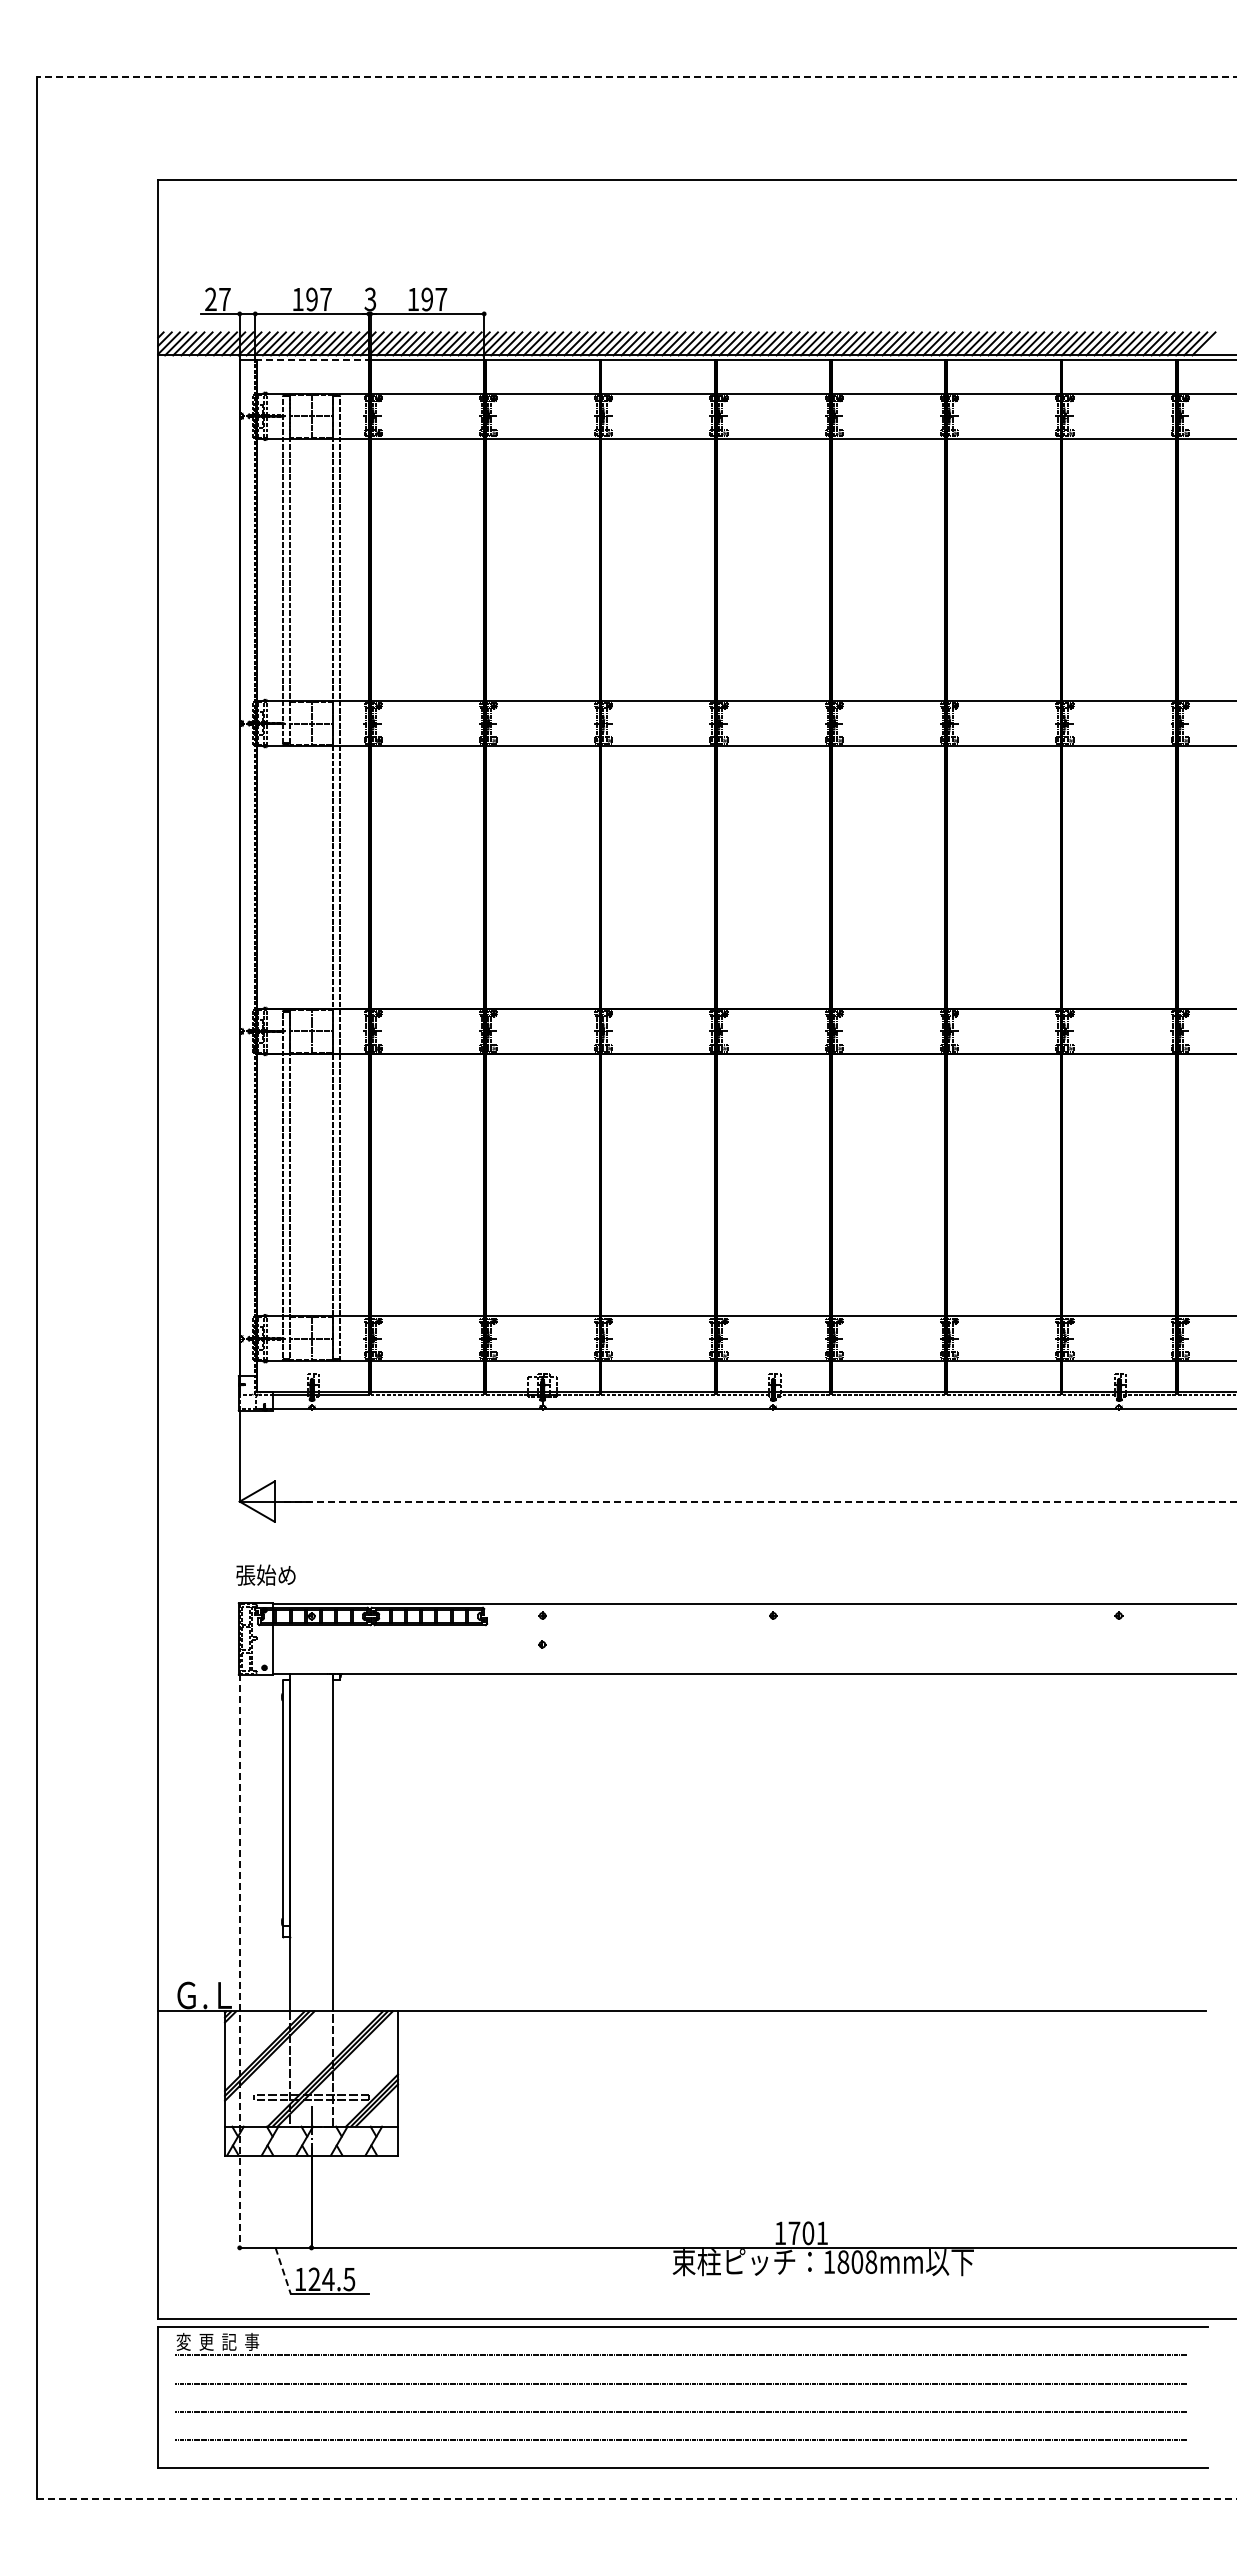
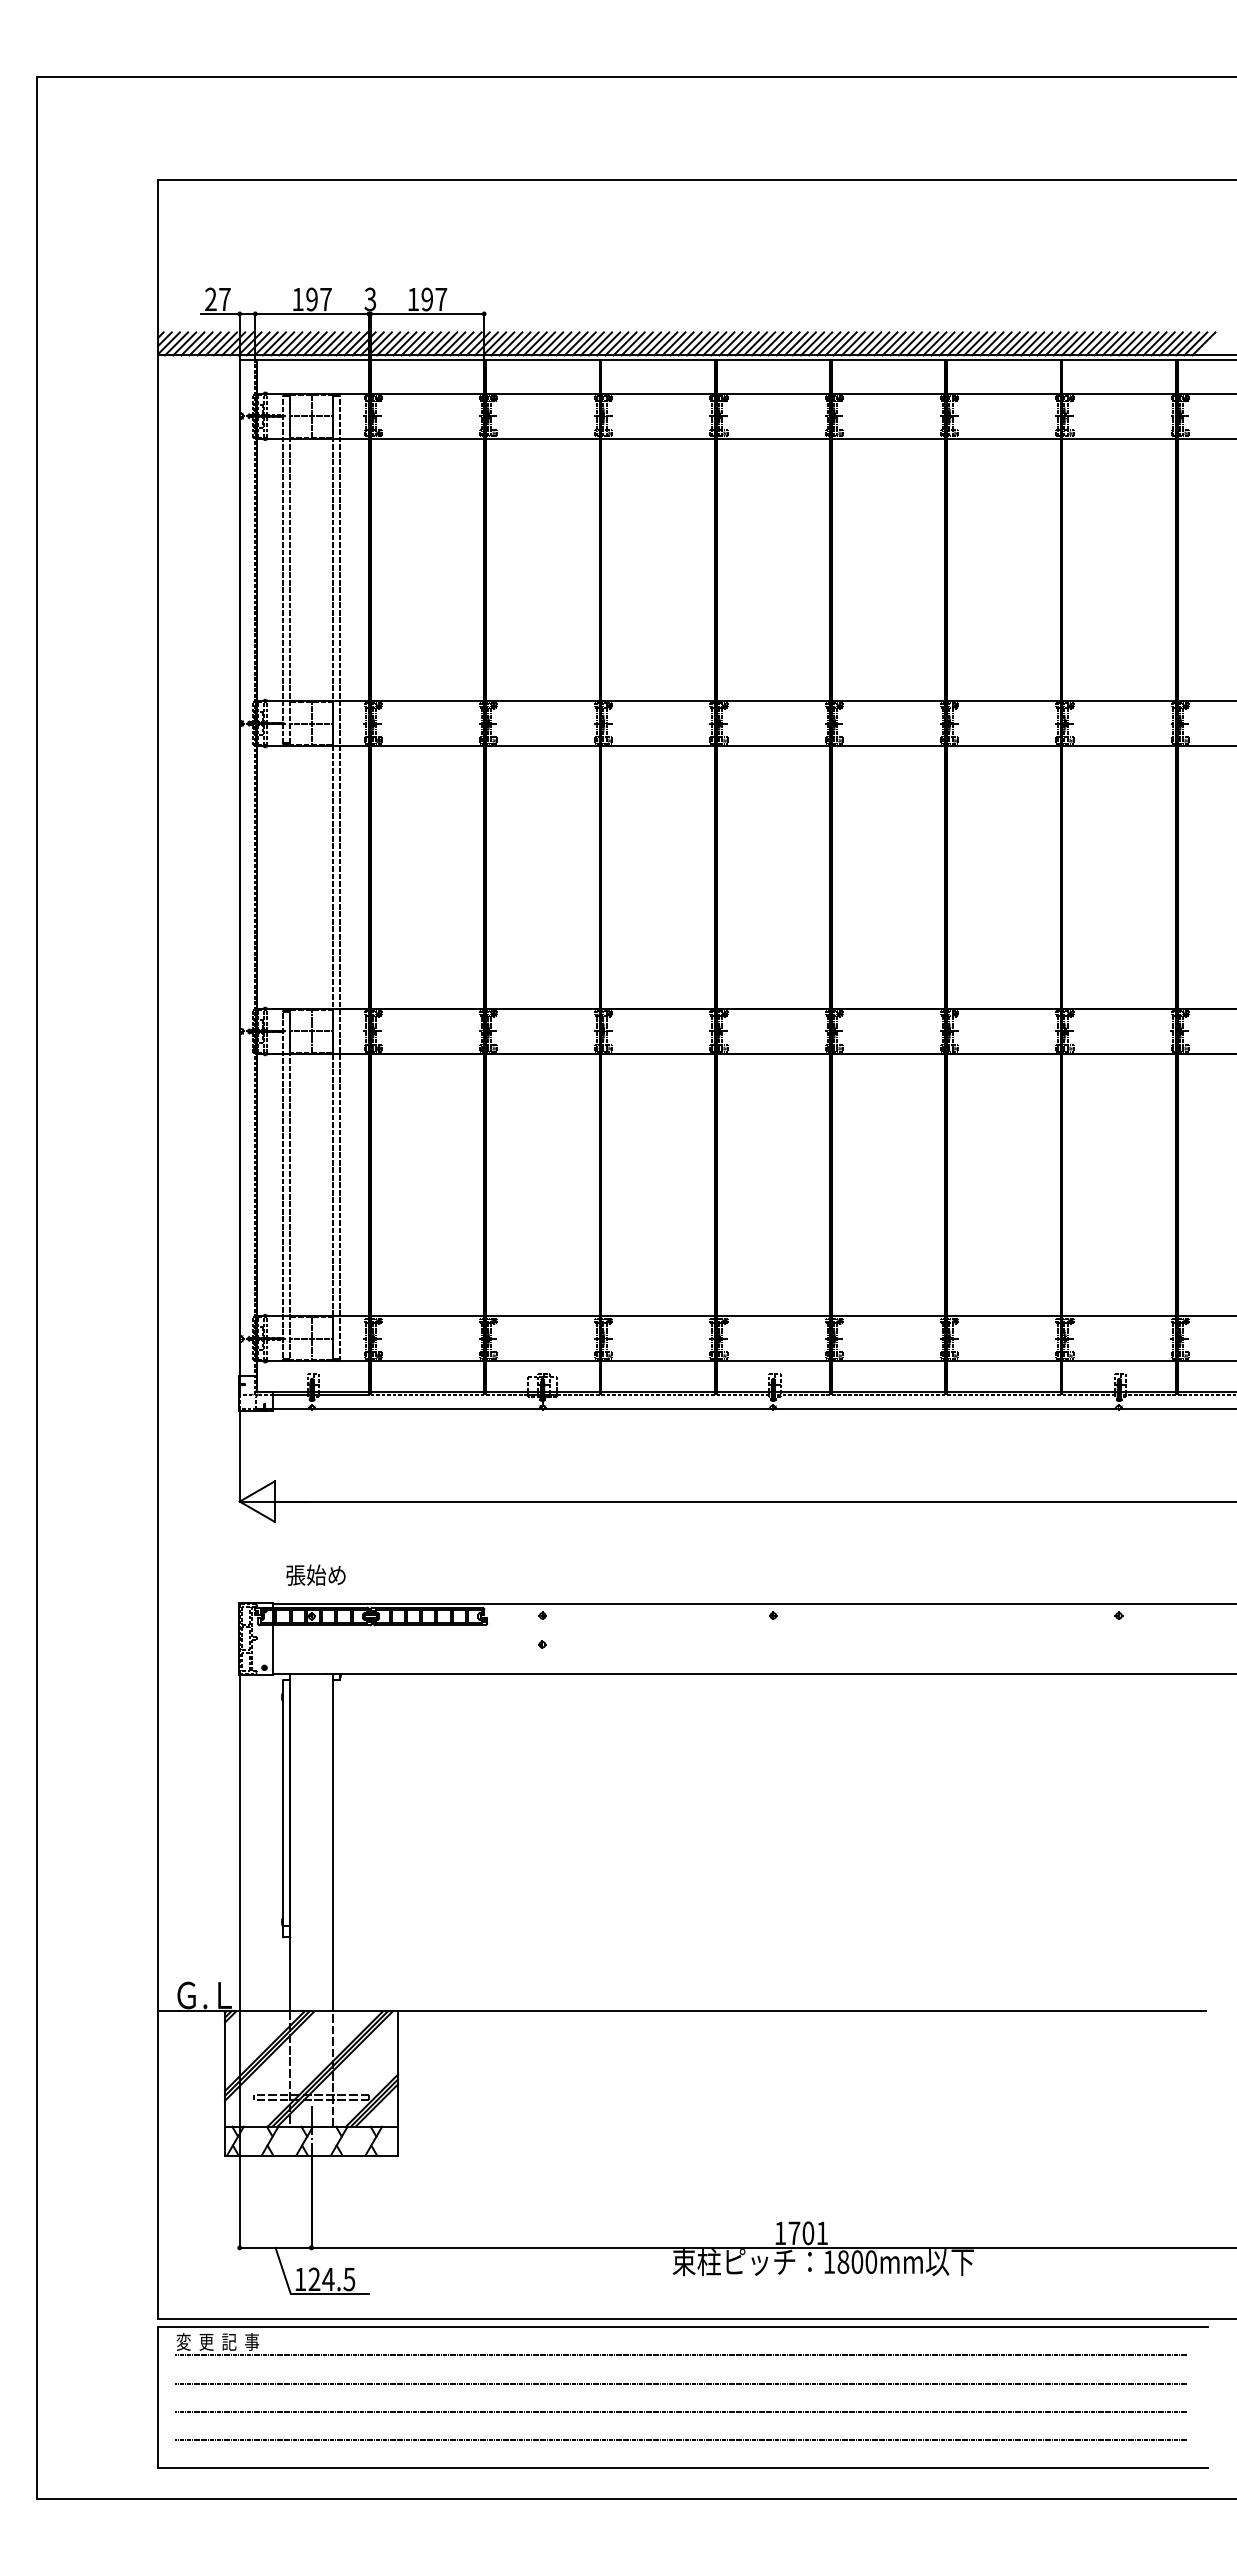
line at (636, 77): dashed -> solid
line at (312, 360): dashed -> solid
line at (757, 1501): dashed -> solid
text at (265, 1574) position: (265, 1574) -> (315, 1574)
line at (239, 1961): dashed -> solid
text at (871, 2262): 1808mm -> 1800mm
line at (283, 2271): dashed -> solid
line at (637, 2498): dashed -> solid
